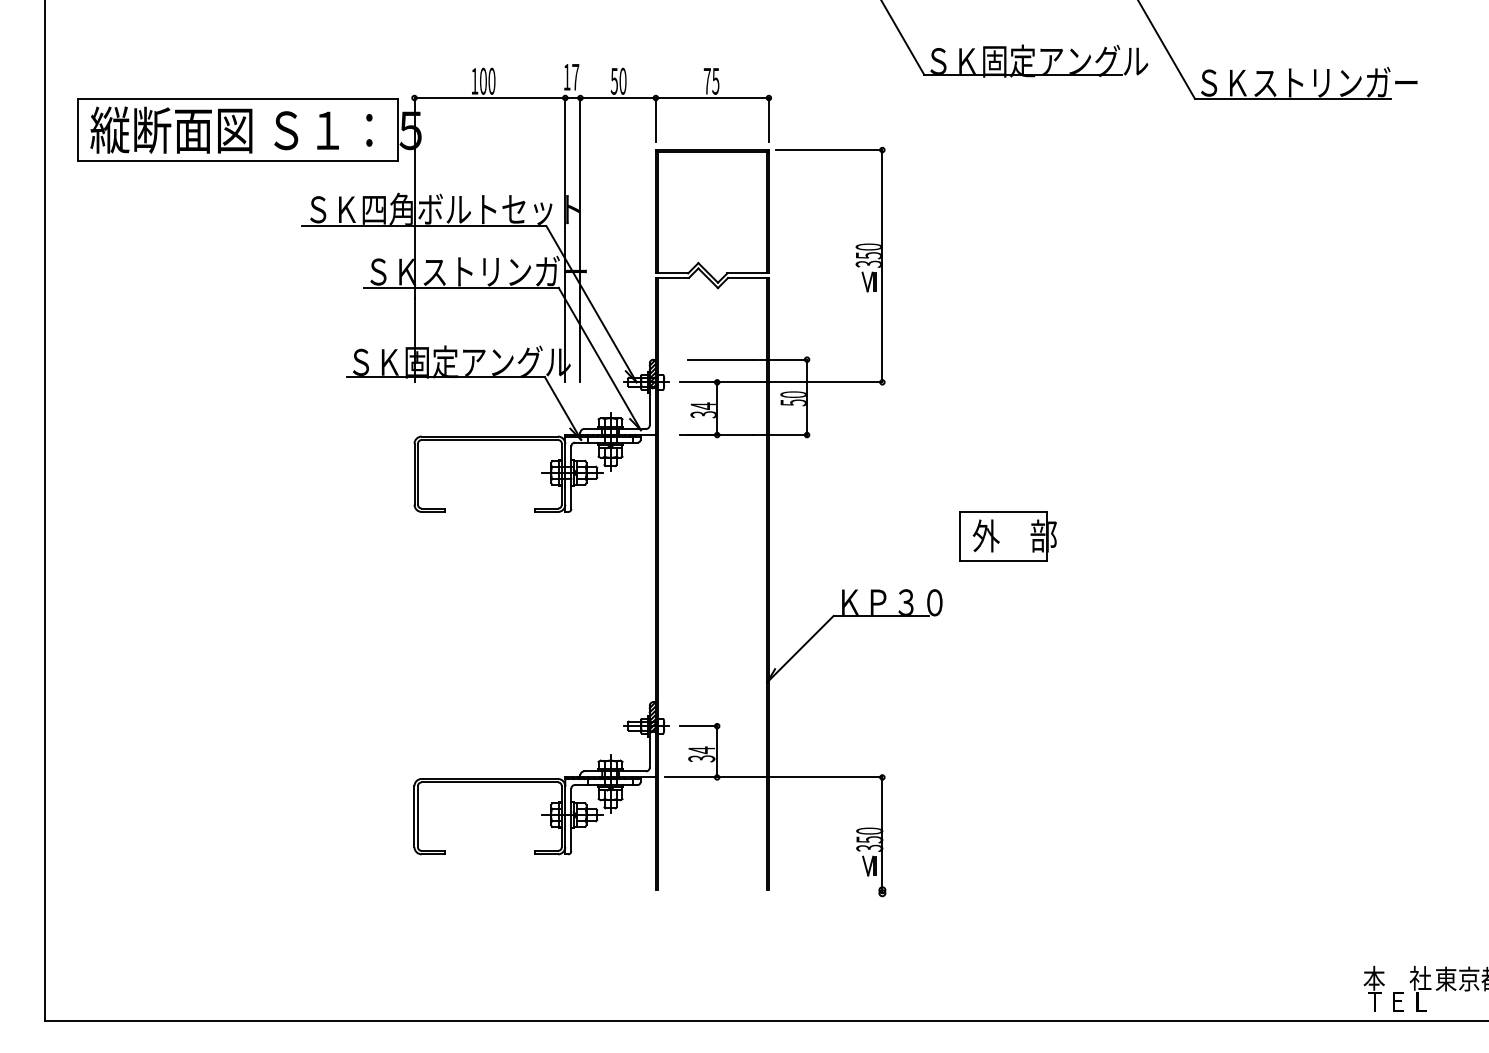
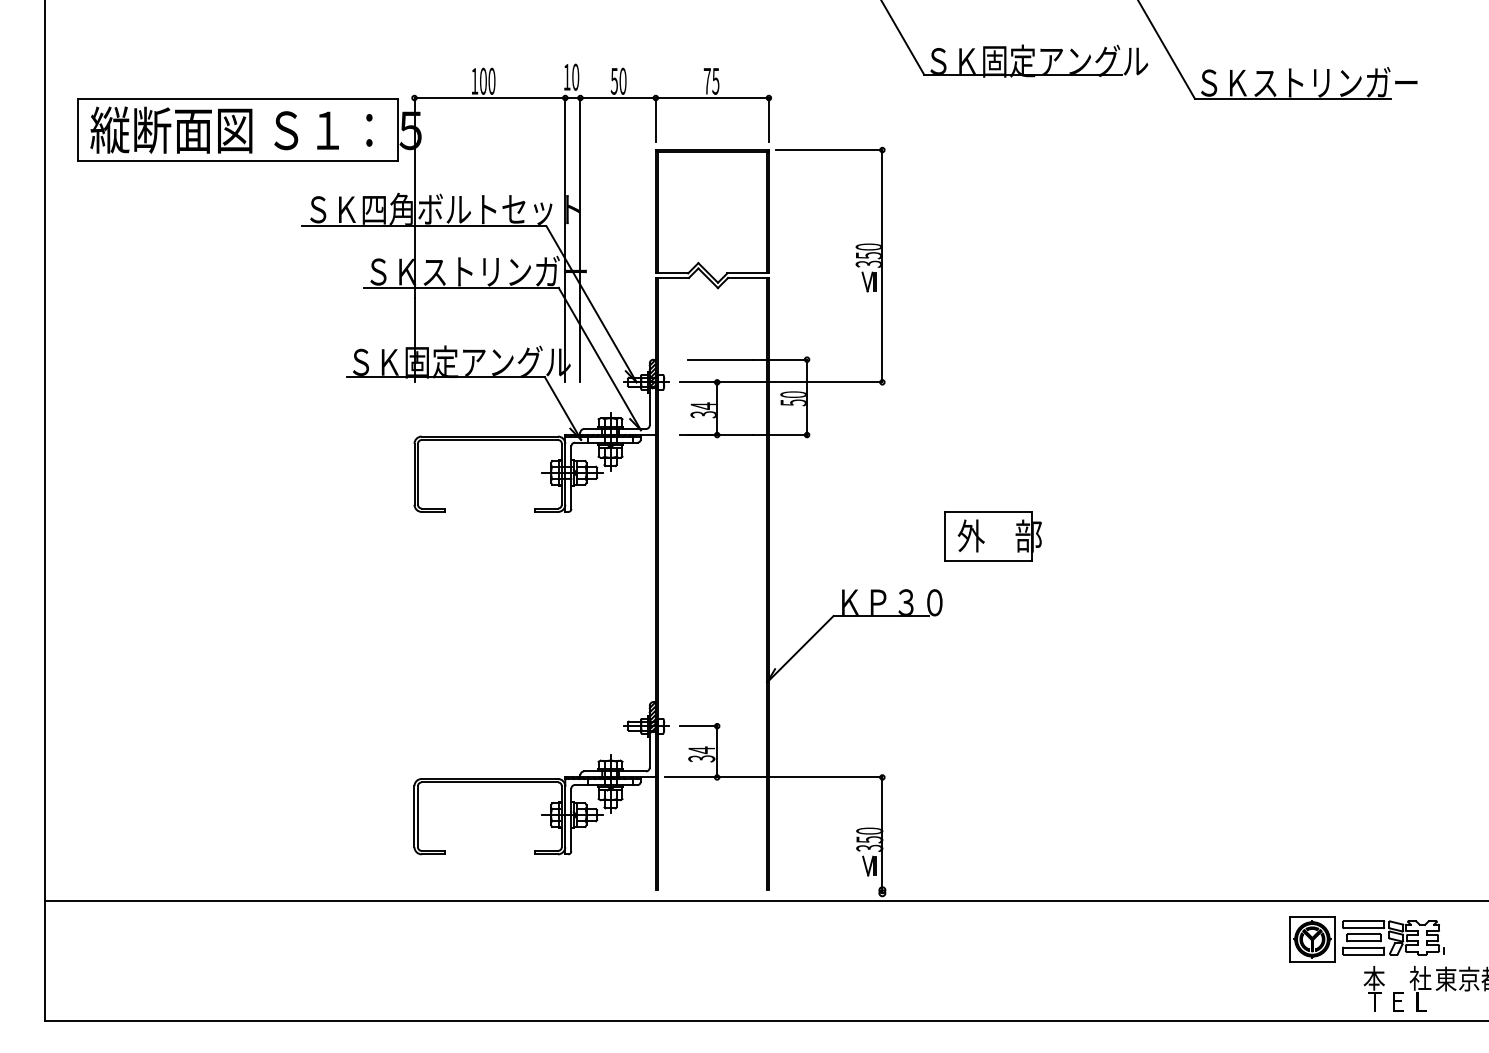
text at (575, 76): 17 -> 10
part at (1007, 536) position: (1007, 536) -> (992, 536)
line at (764, 901): none -> present
part at (1366, 939): none -> present
